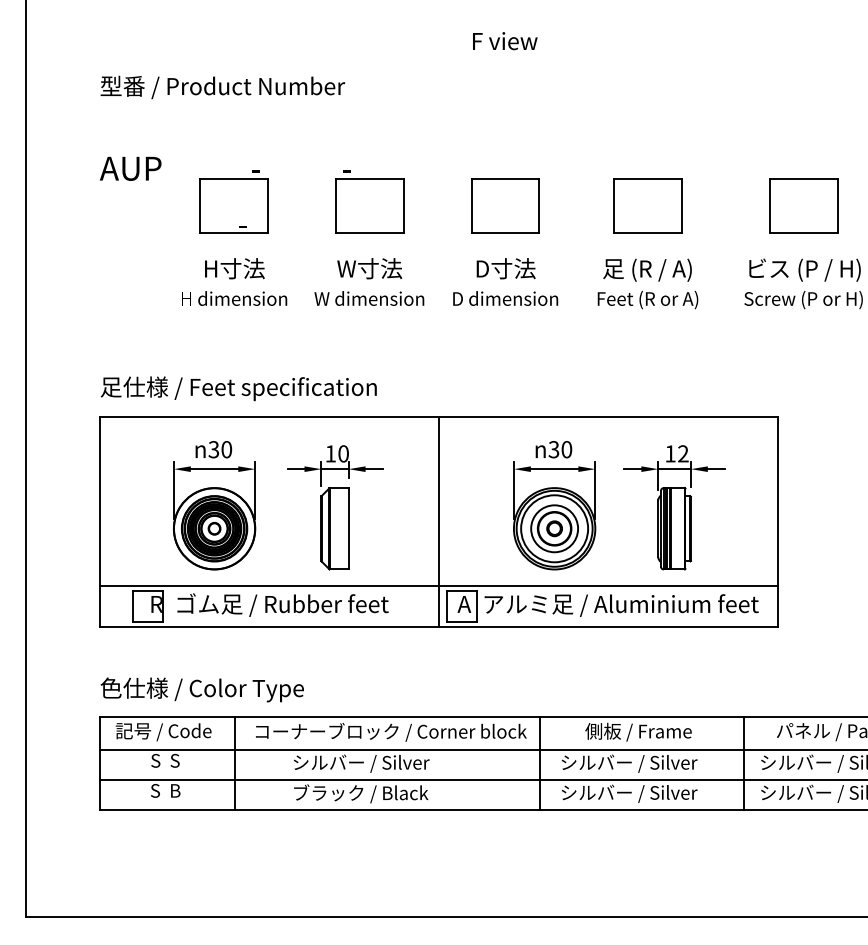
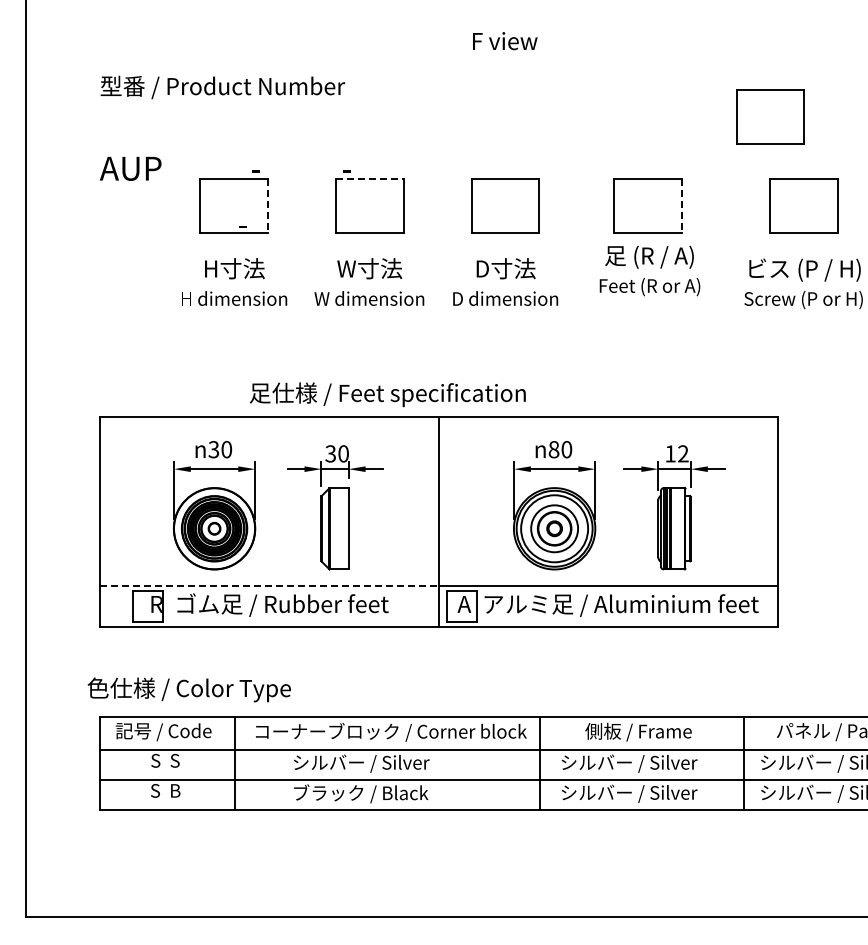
part at (770, 116): none -> present
line at (369, 179): solid -> dashed
line at (268, 206): solid -> dashed
line at (681, 206): solid -> dashed
text at (647, 283) position: (647, 283) -> (649, 270)
text at (238, 388) position: (238, 388) -> (387, 394)
text at (553, 449): 30 -> 80
text at (330, 453): 10 -> 30
line at (269, 586): solid -> dashed
text at (201, 689) position: (201, 689) -> (188, 689)
